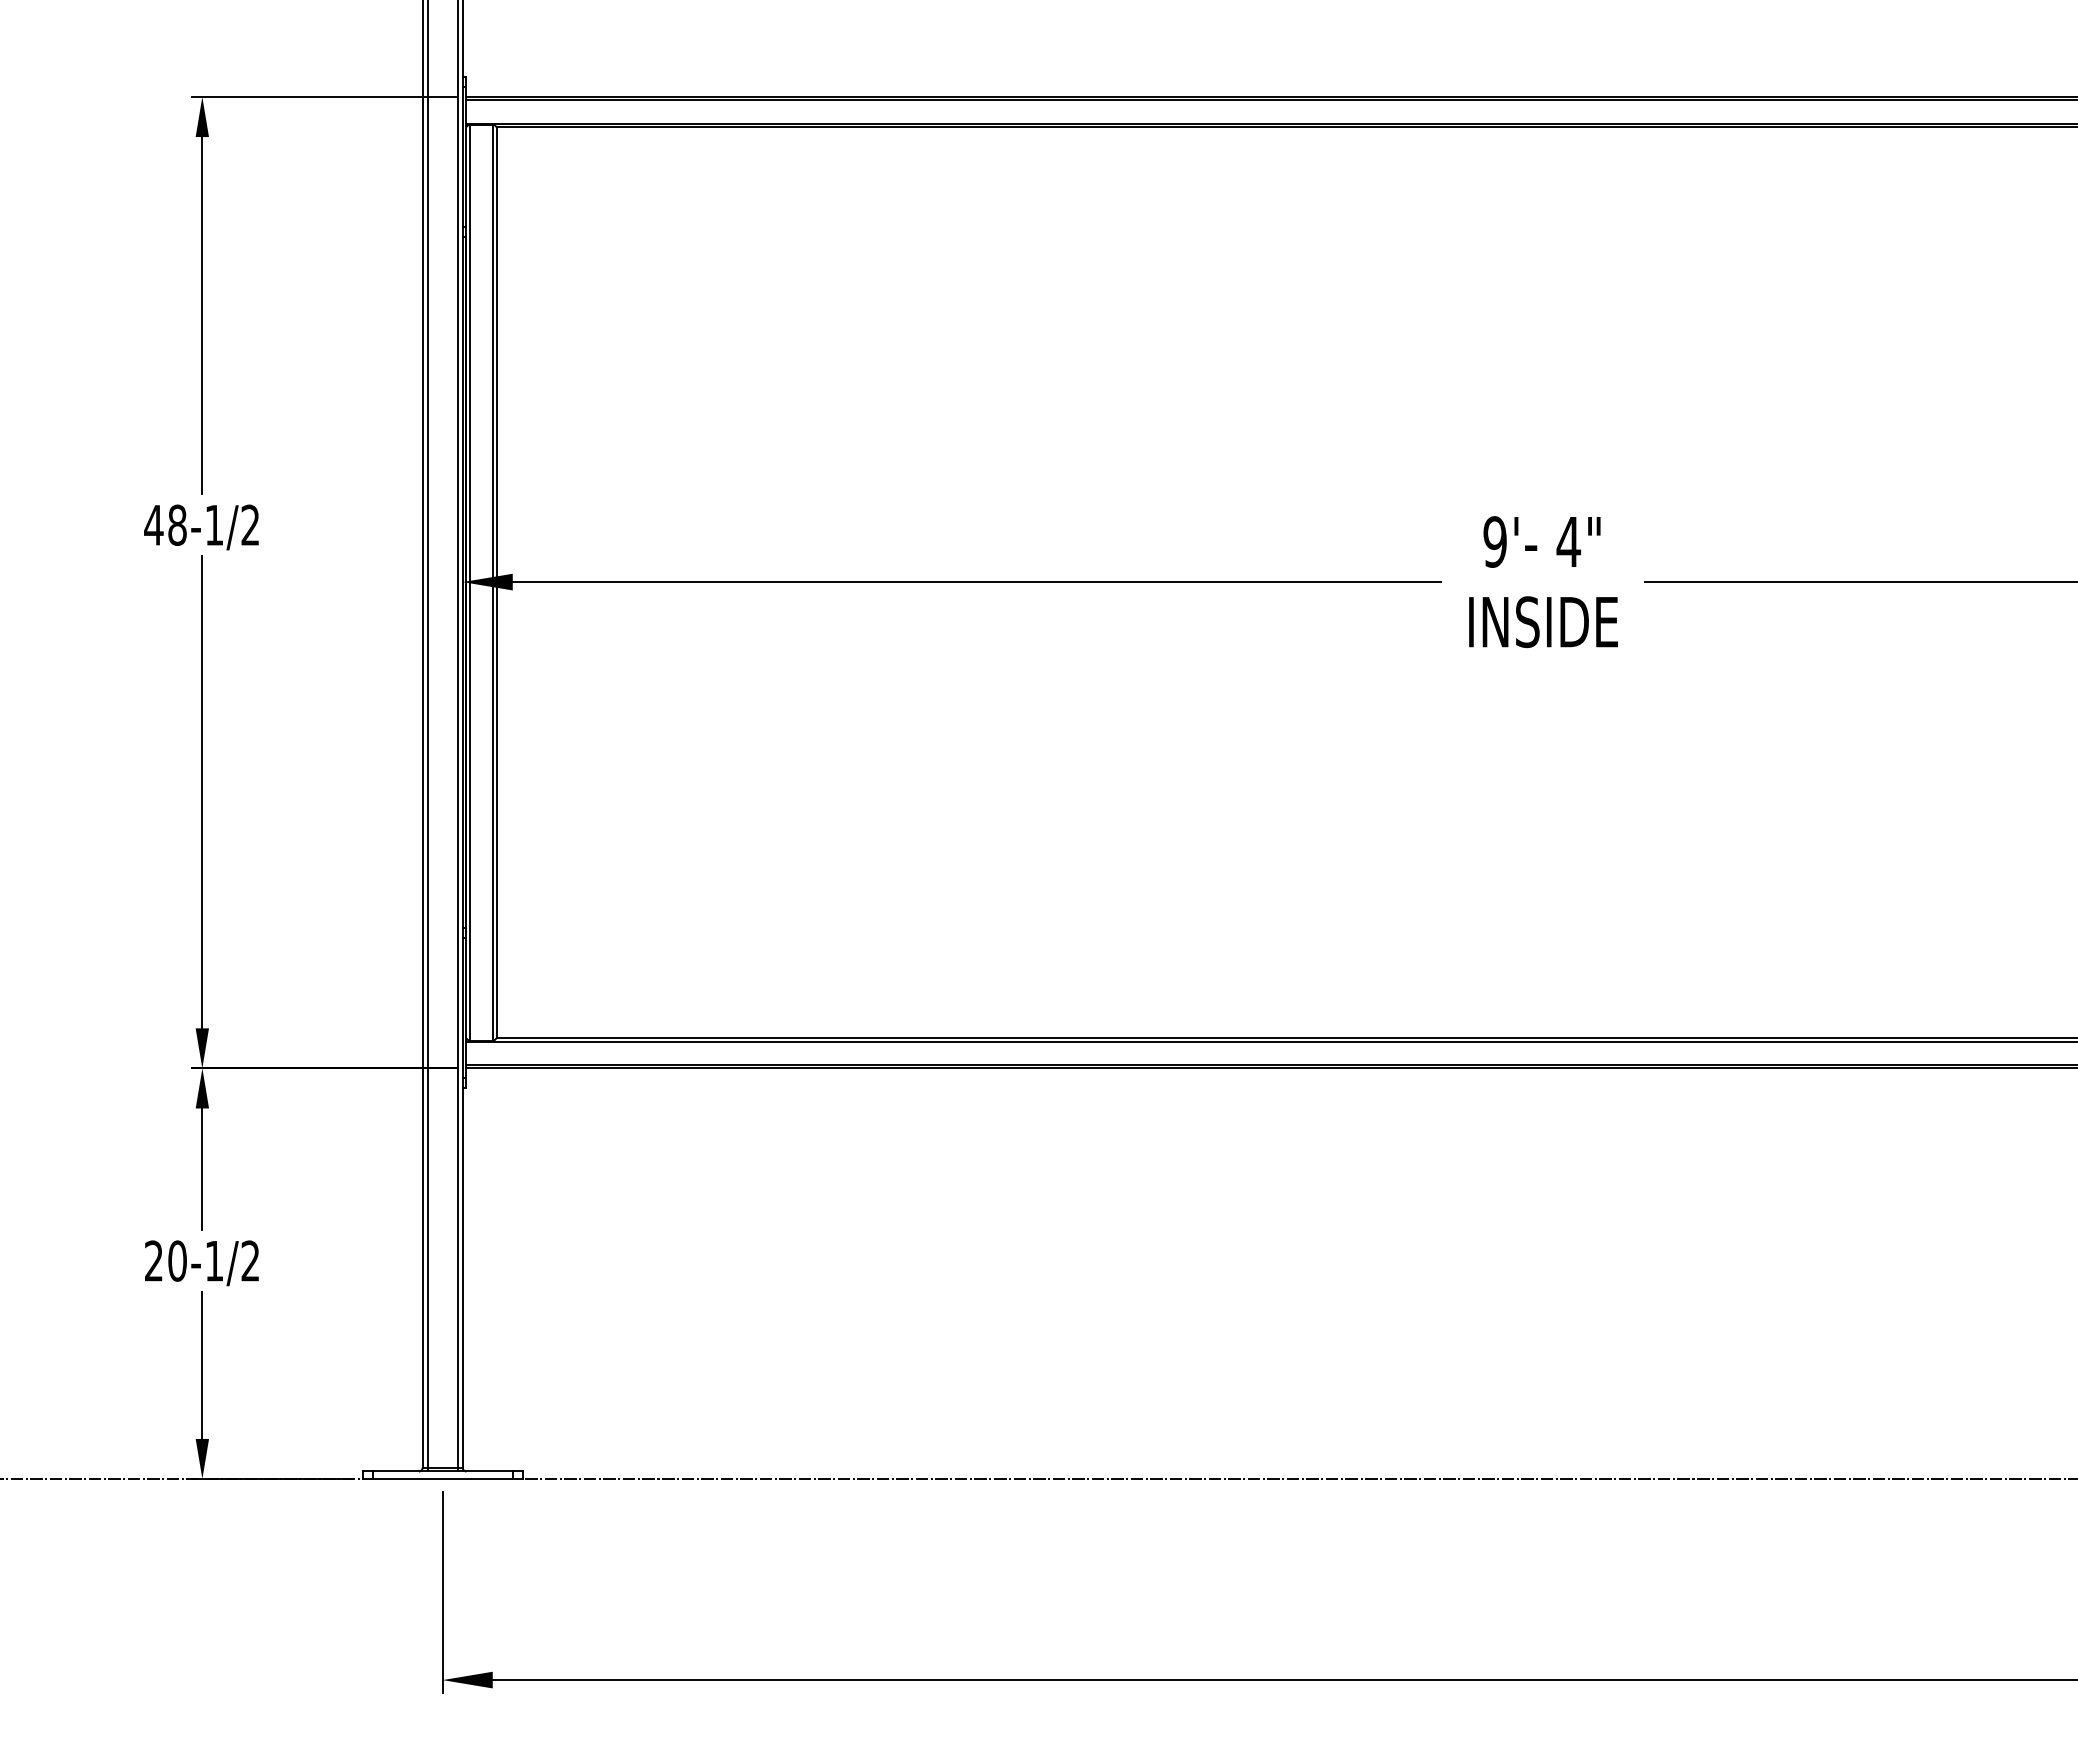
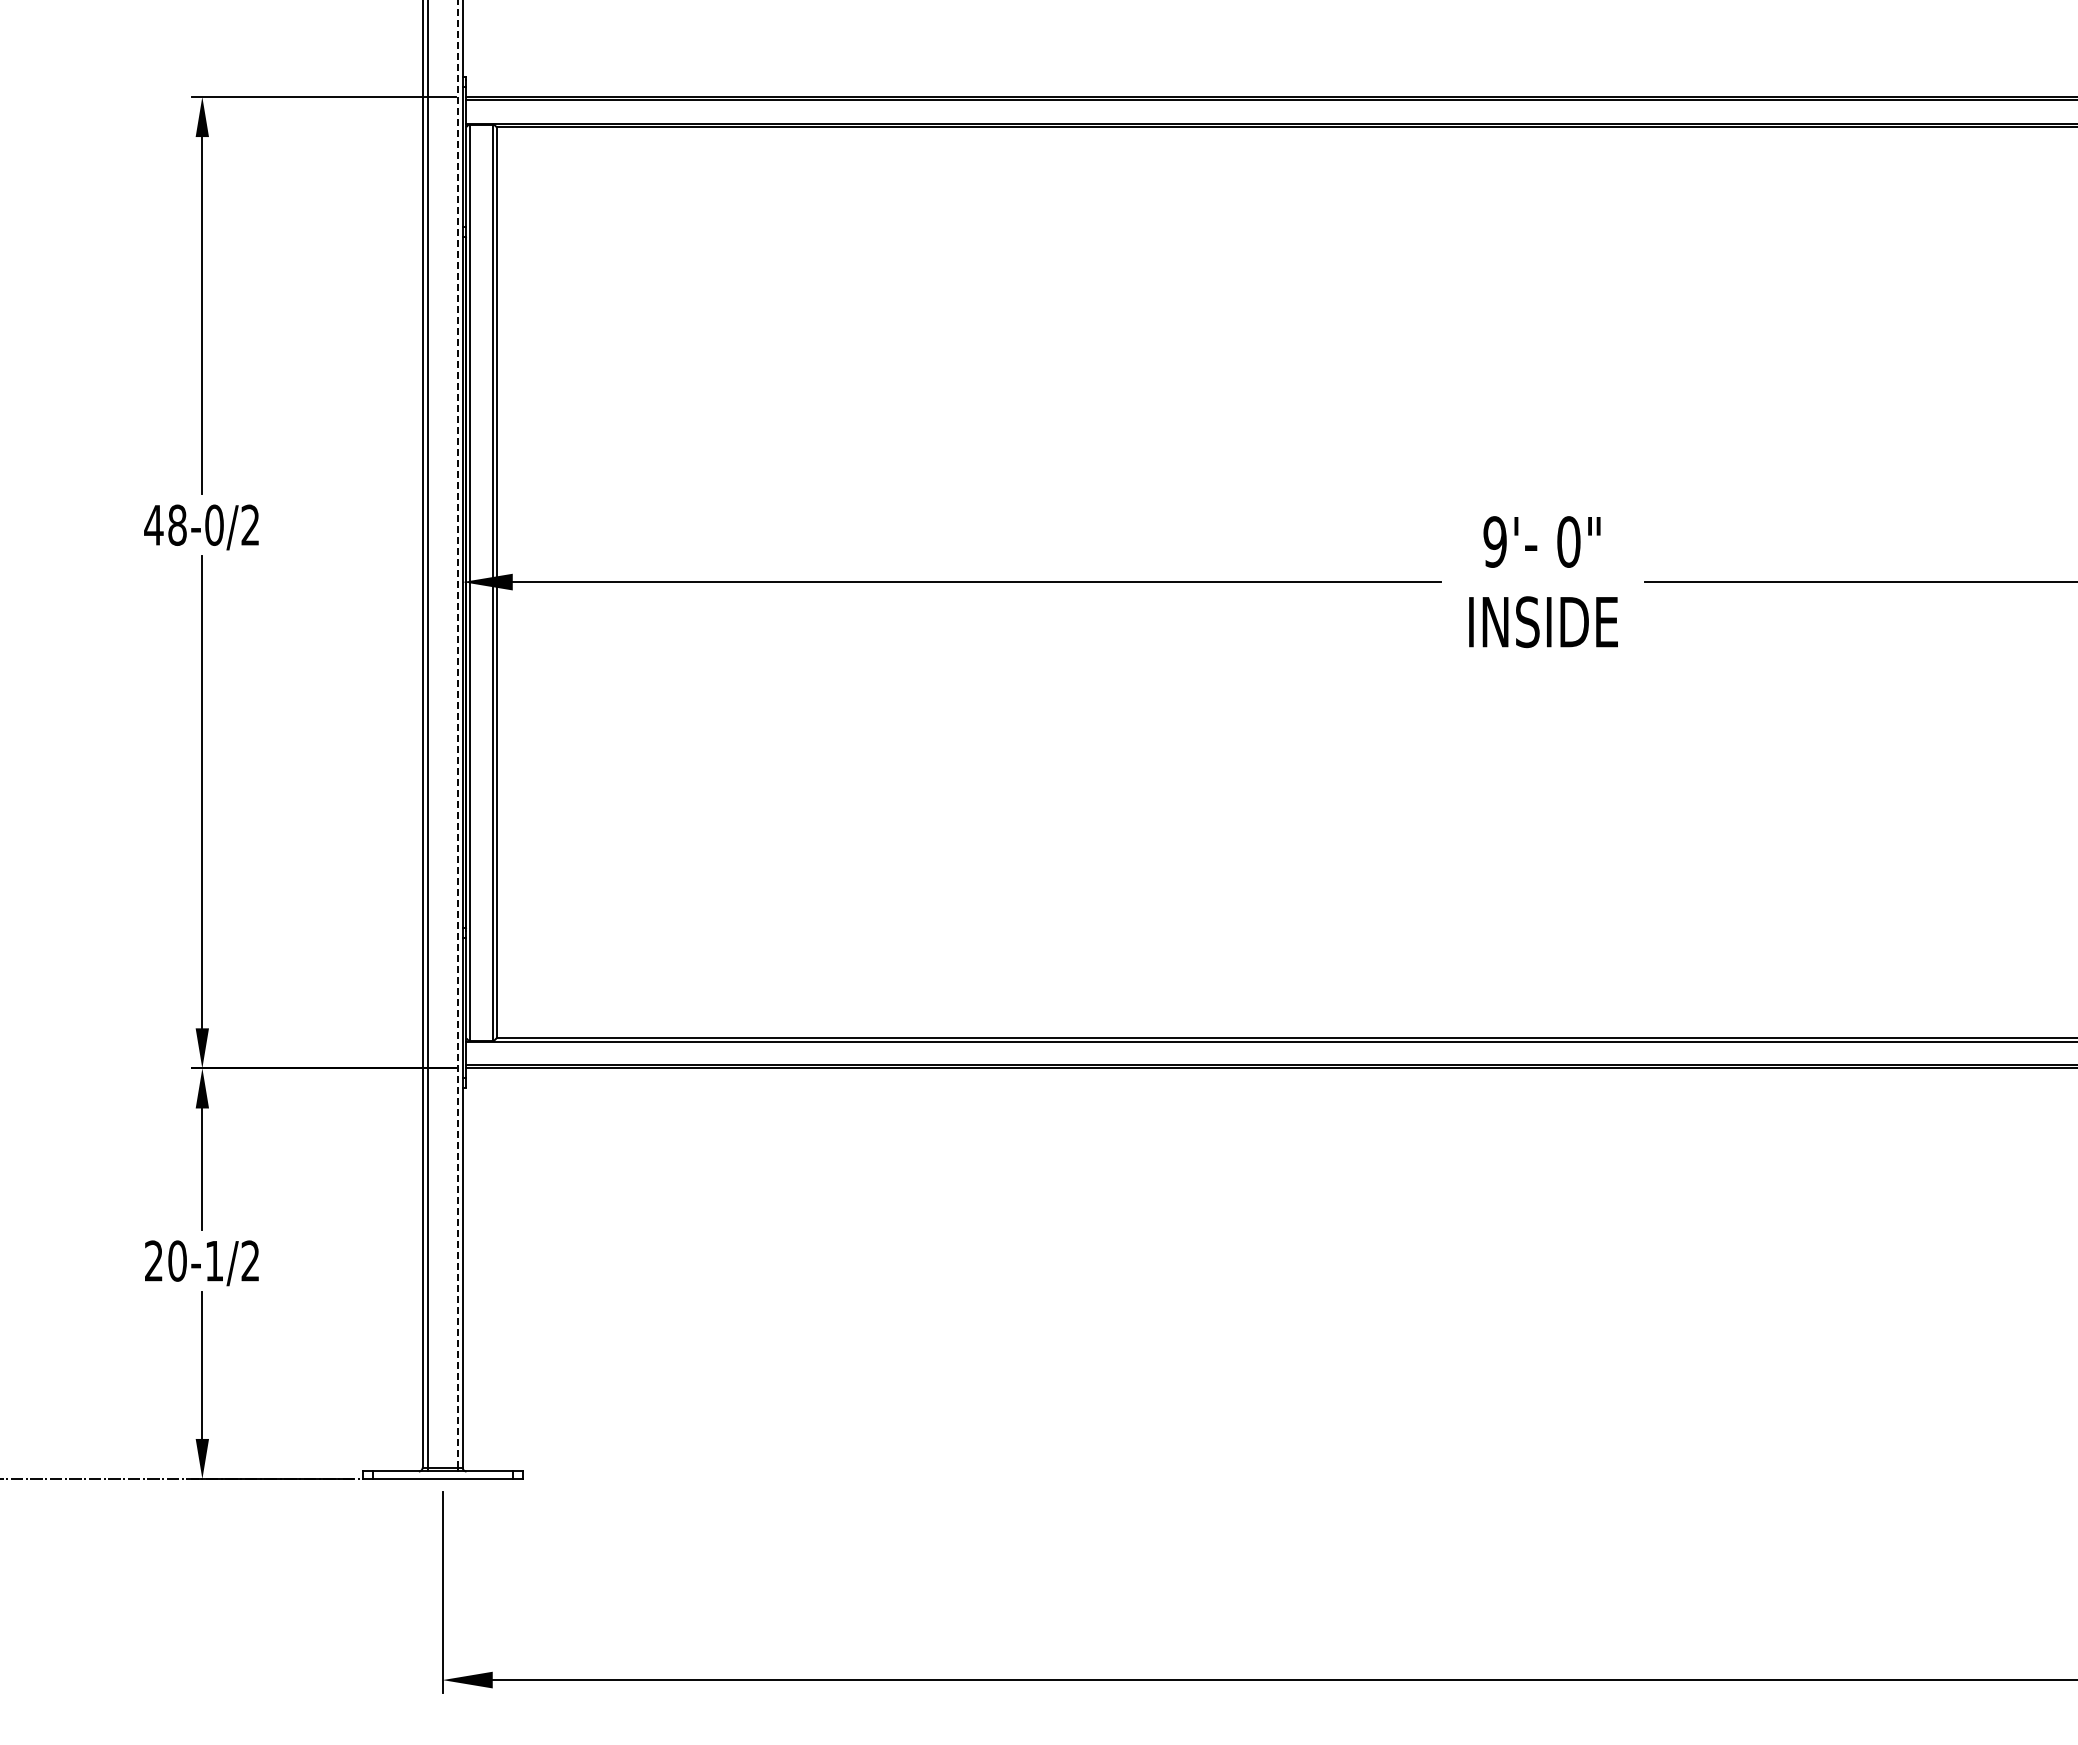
text at (214, 524): 48-1/2 -> 48-0/2
text at (1568, 541): 4" -> 0"
line at (457, 734): solid -> dashed
line at (1299, 1479): present -> none
